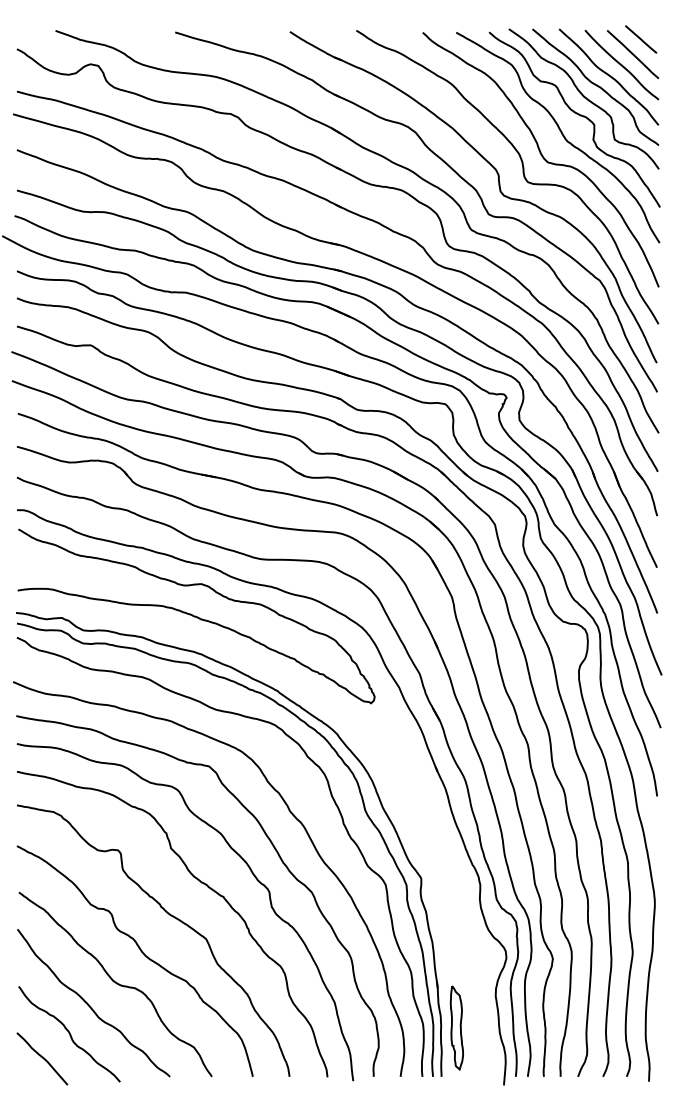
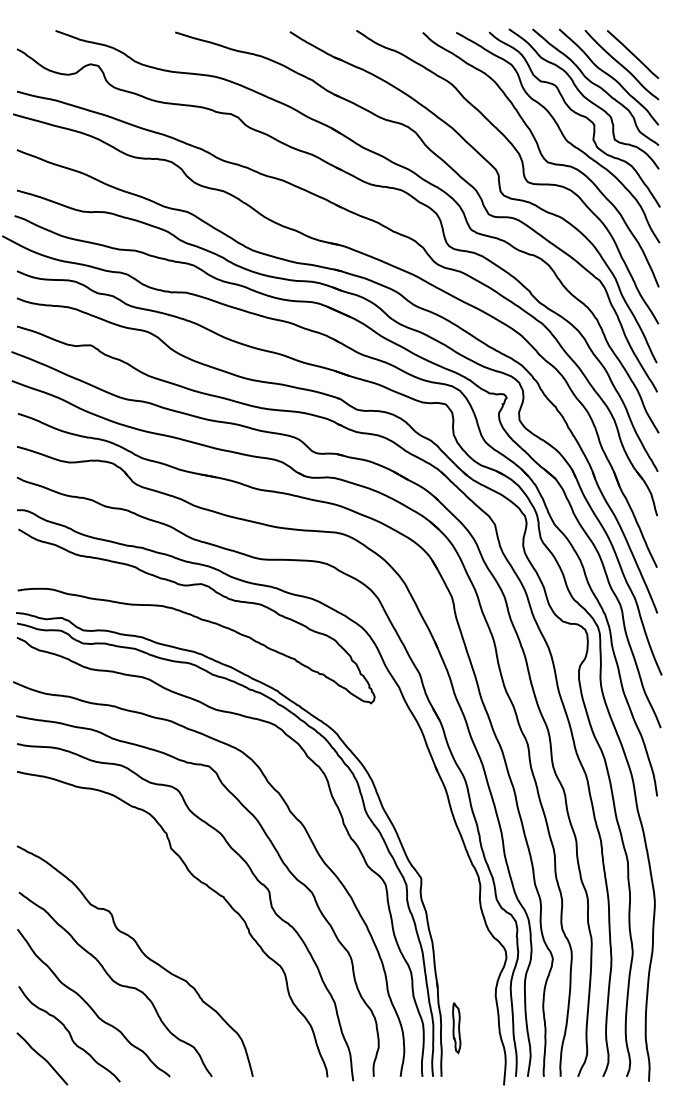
line at (641, 39): present -> none
curve at (169, 915): present -> none
part at (456, 1027) size: 15x86 px -> 10x53 px
